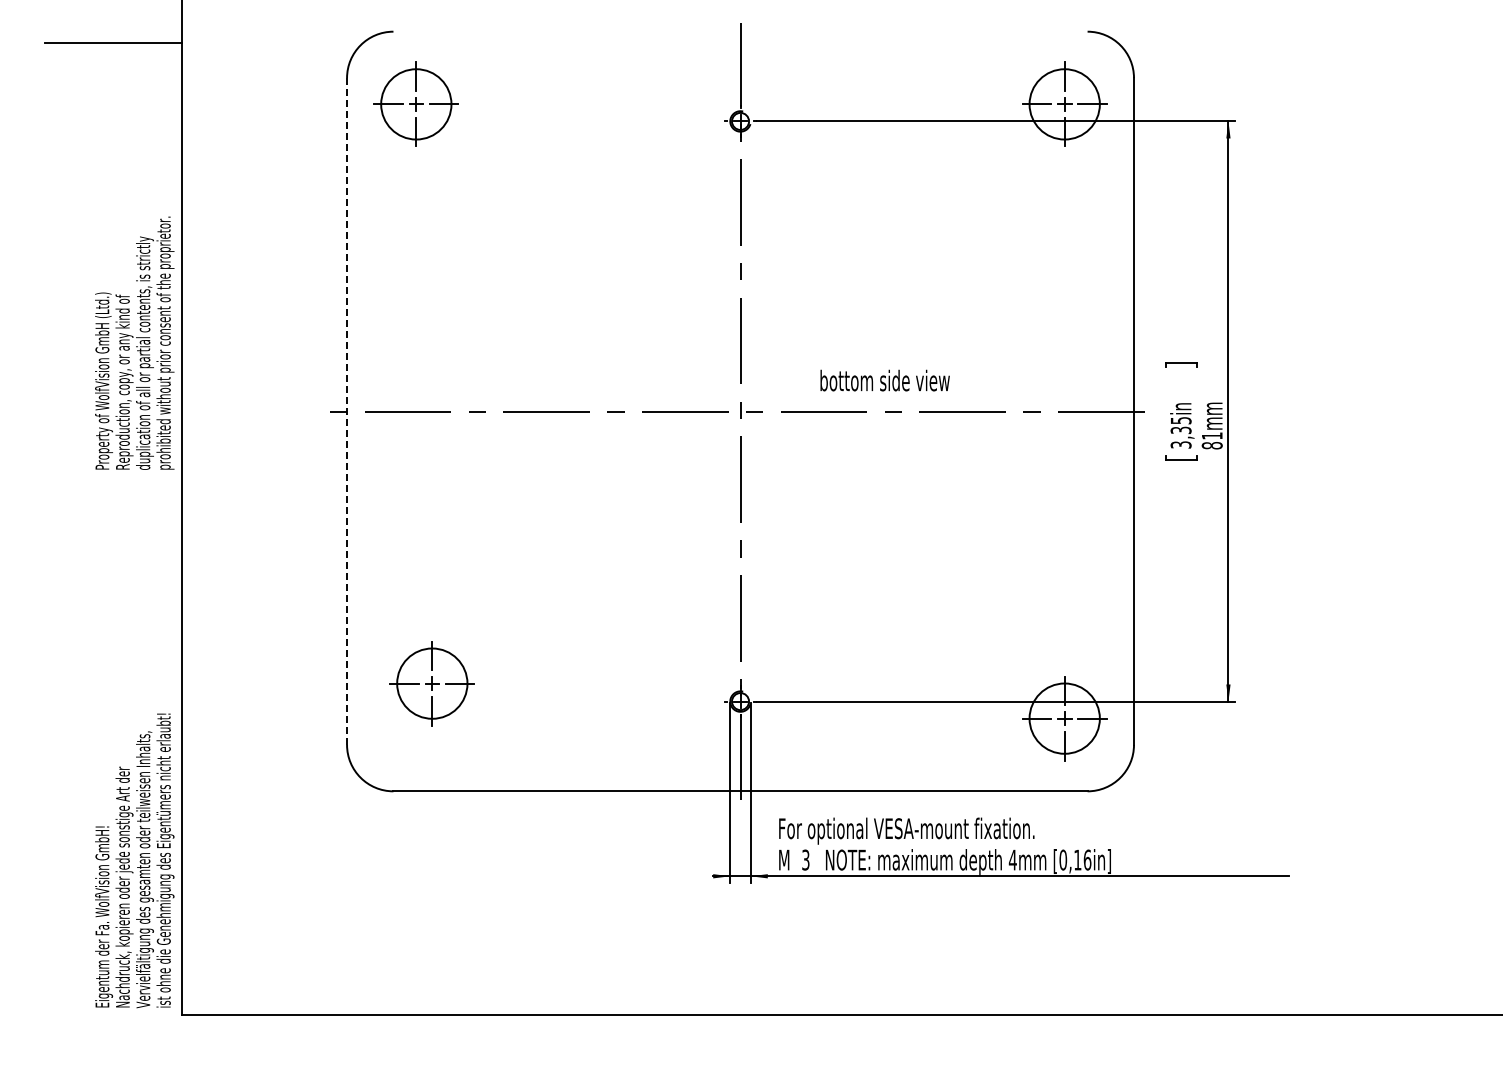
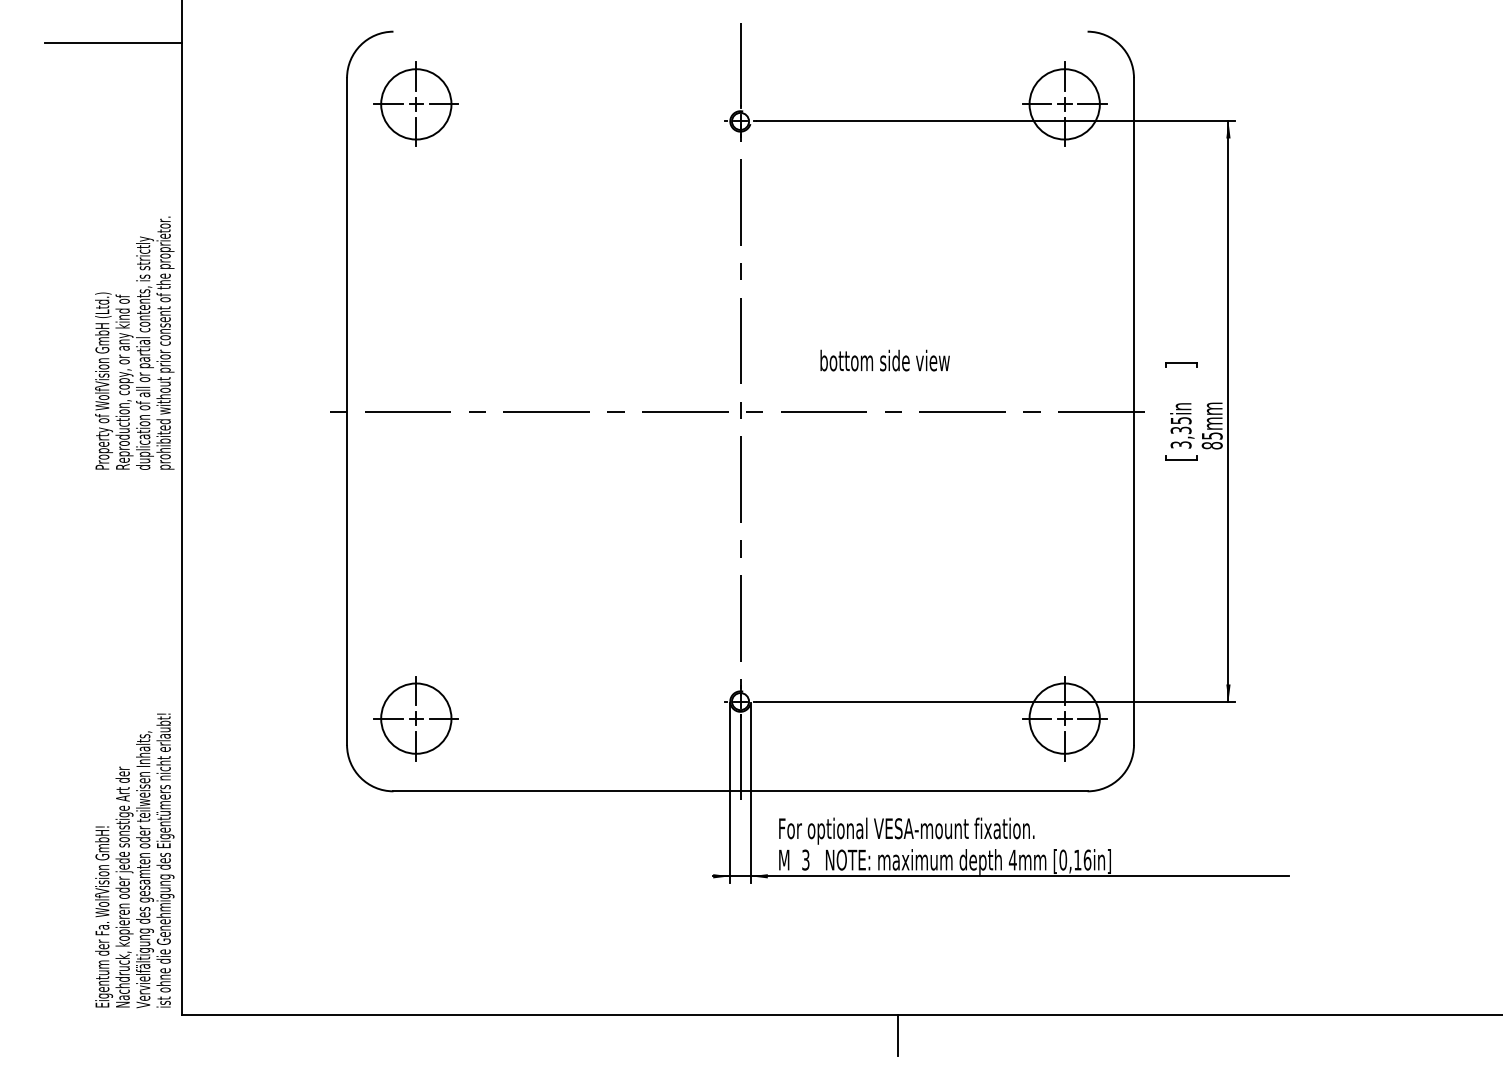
text at (884, 380) position: (884, 380) -> (884, 360)
line at (347, 411): dashed -> solid
text at (1212, 435): 81mm -> 85mm
part at (431, 683) position: (431, 683) -> (415, 718)
line at (898, 1035): none -> present
